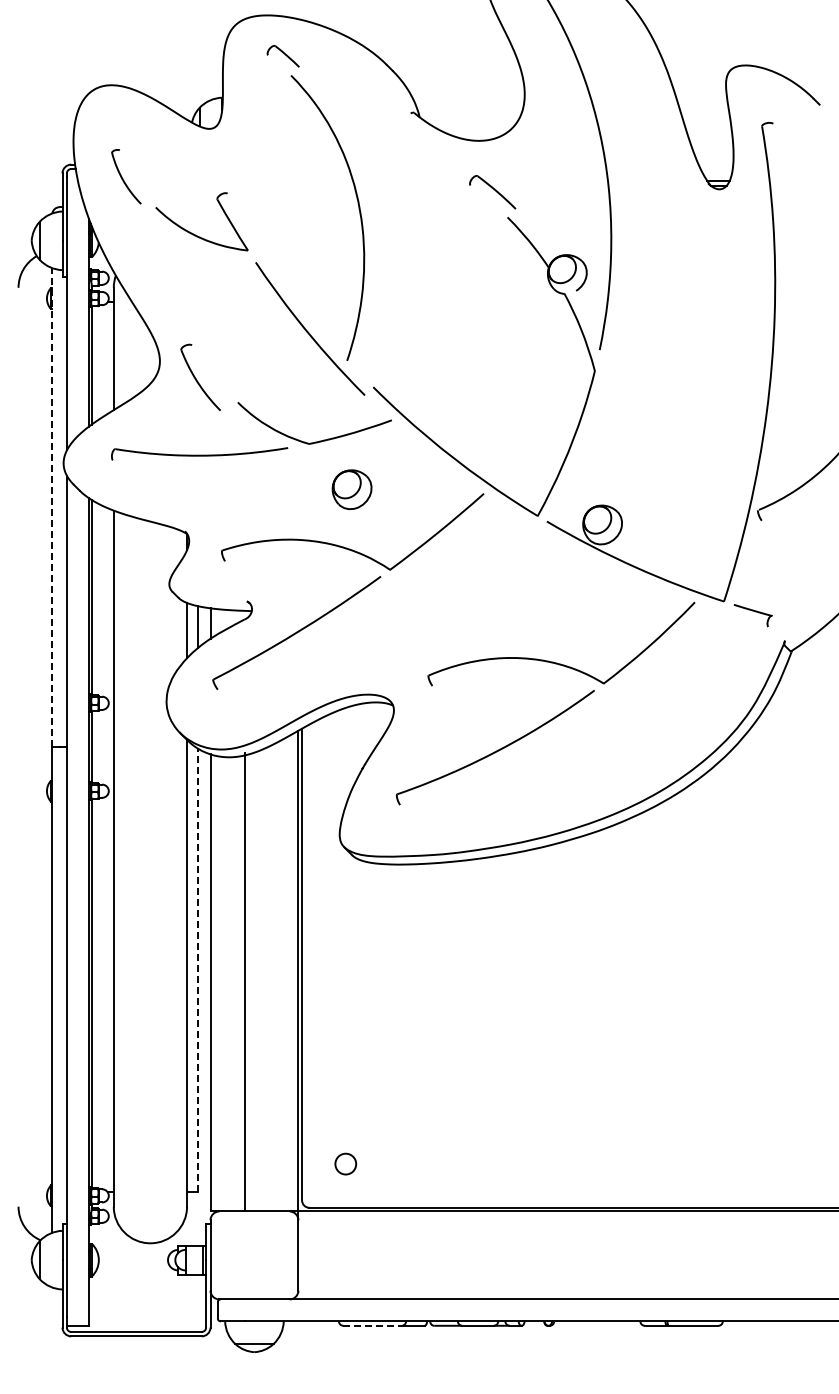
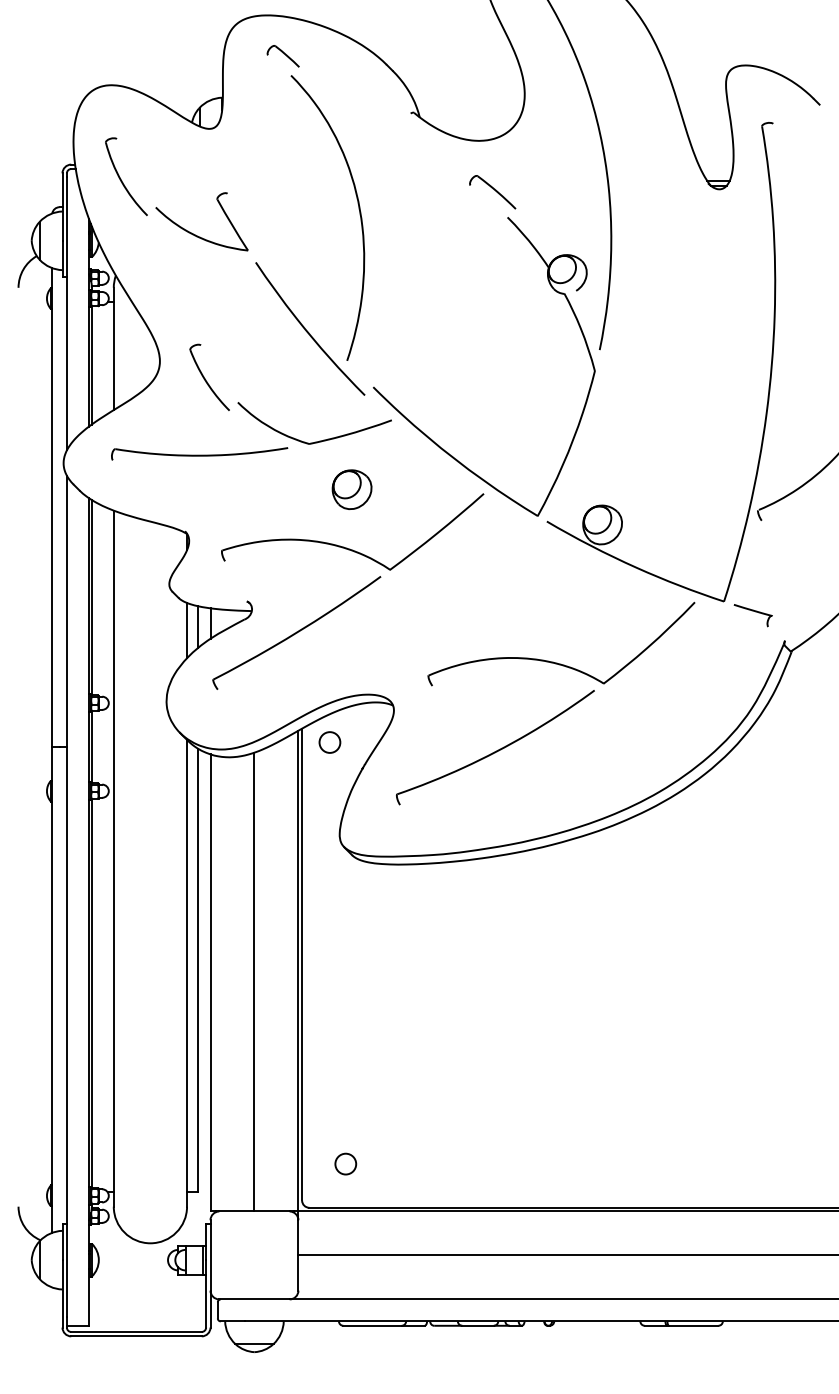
part at (126, 176) size: 31x56 px -> 43x80 px
part at (200, 376) position: (200, 376) -> (209, 376)
line at (52, 507): dashed -> solid
circle at (329, 742): none -> present
line at (198, 970): dashed -> solid
line at (245, 981) position: (245, 981) -> (254, 981)
line at (566, 1255): none -> present
line at (373, 1325): dashed -> solid
